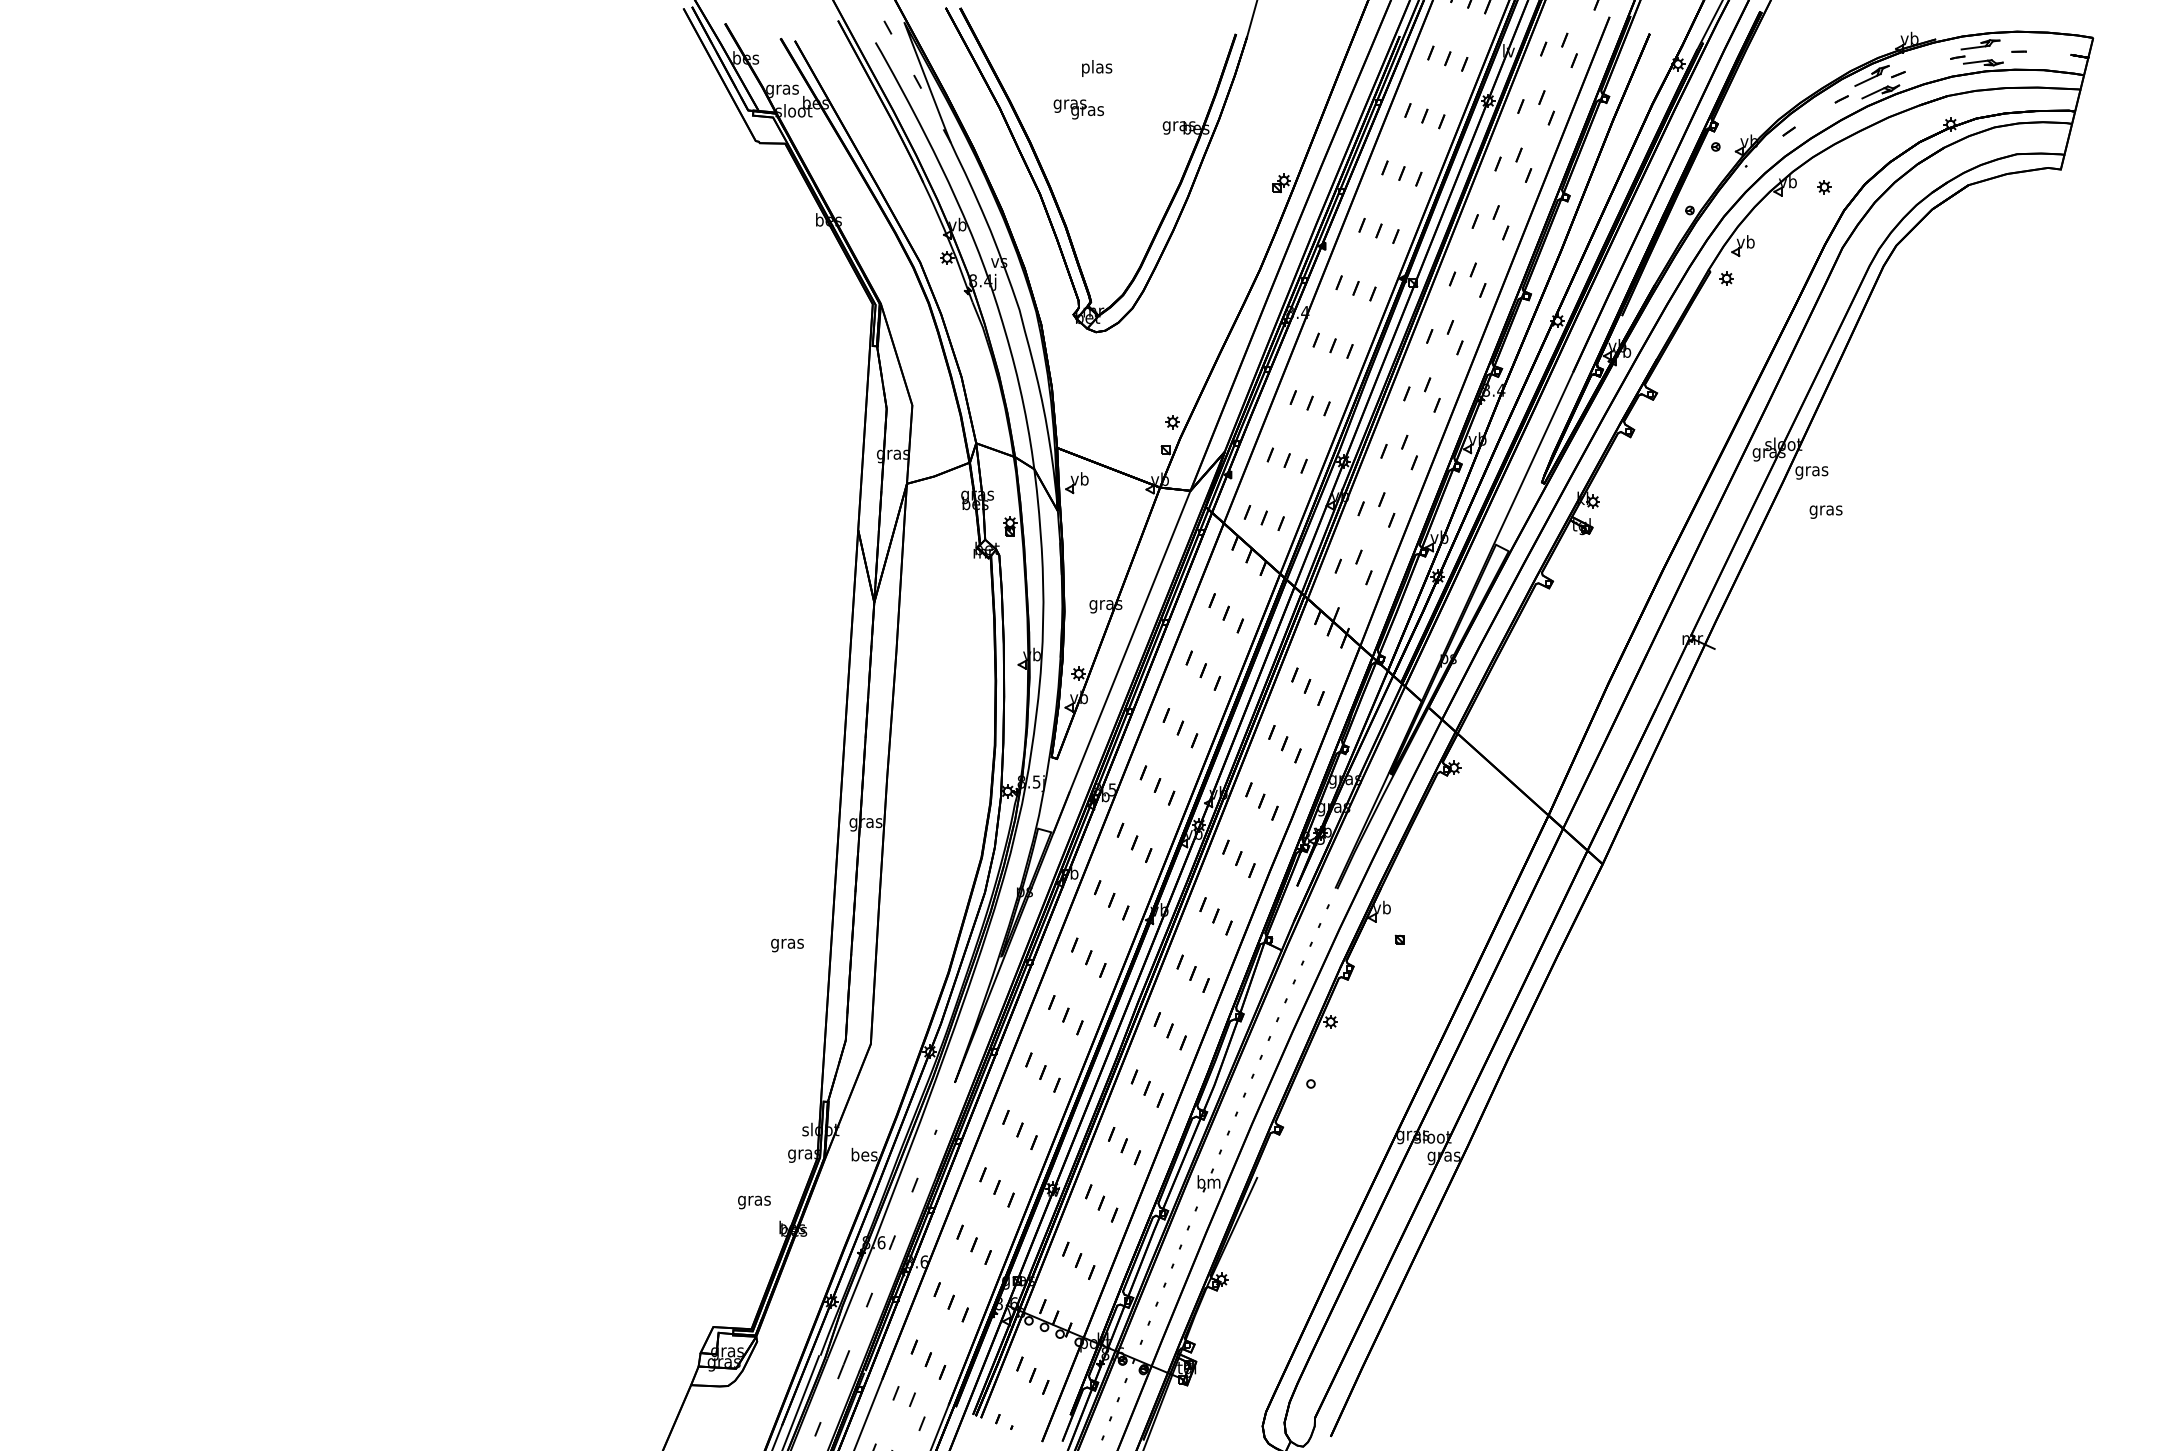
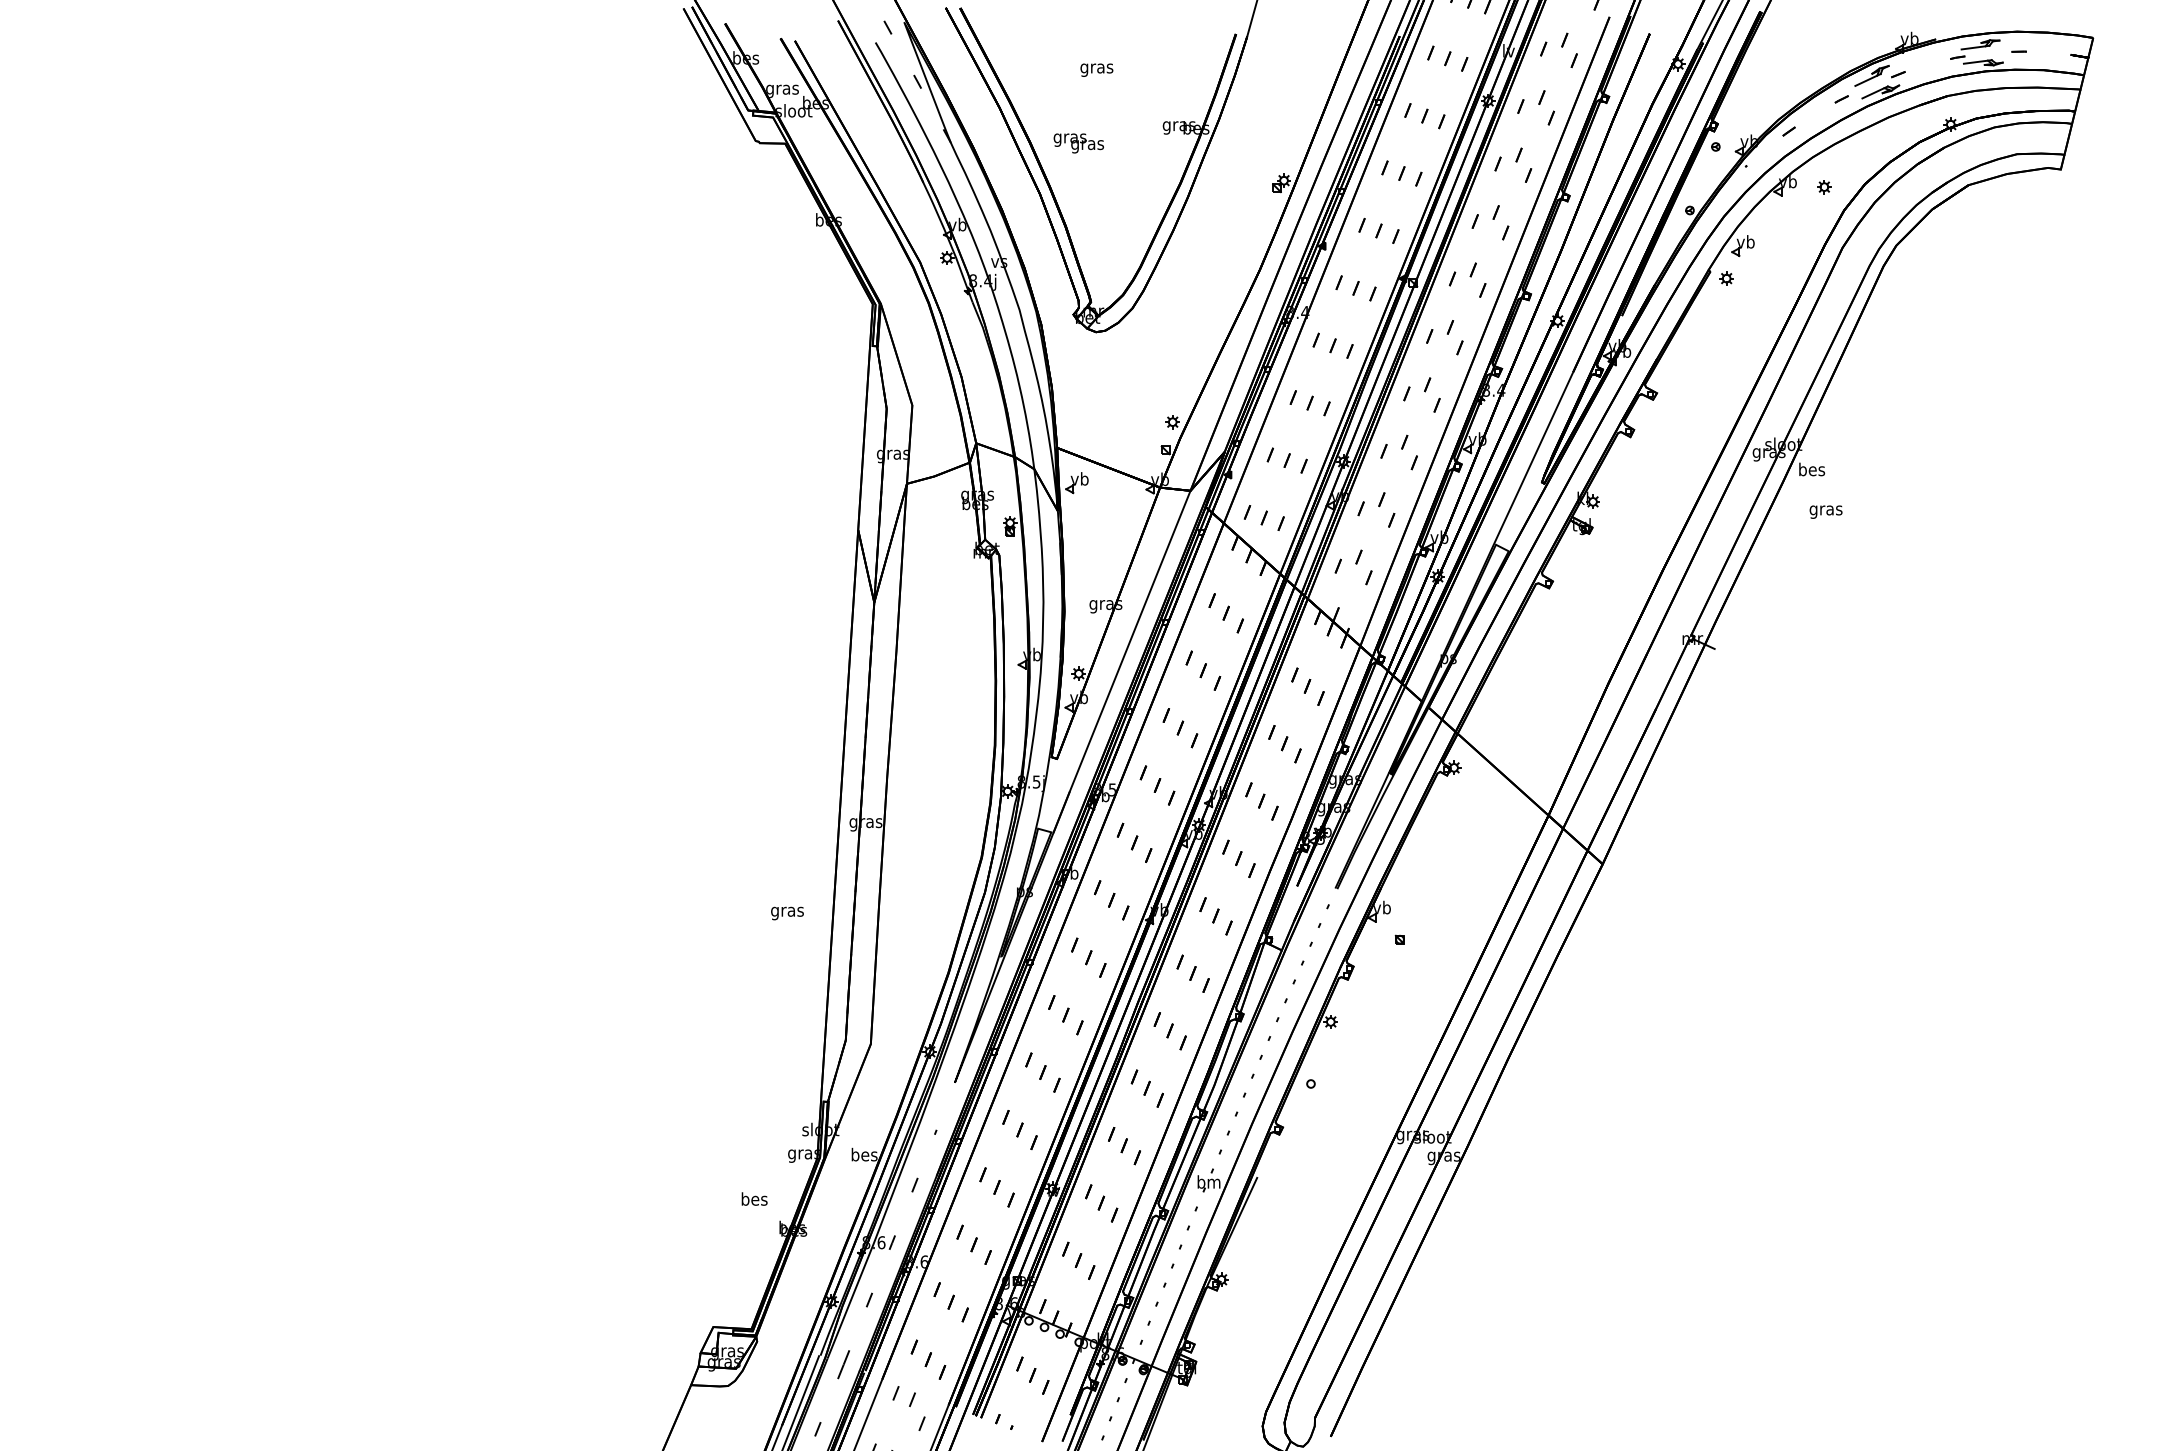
text at (1096, 68): plas -> gras
text at (1078, 109) position: (1078, 109) -> (1078, 143)
text at (1811, 470): gras -> bes
text at (787, 945) position: (787, 945) -> (787, 913)
text at (754, 1200): gras -> bes
